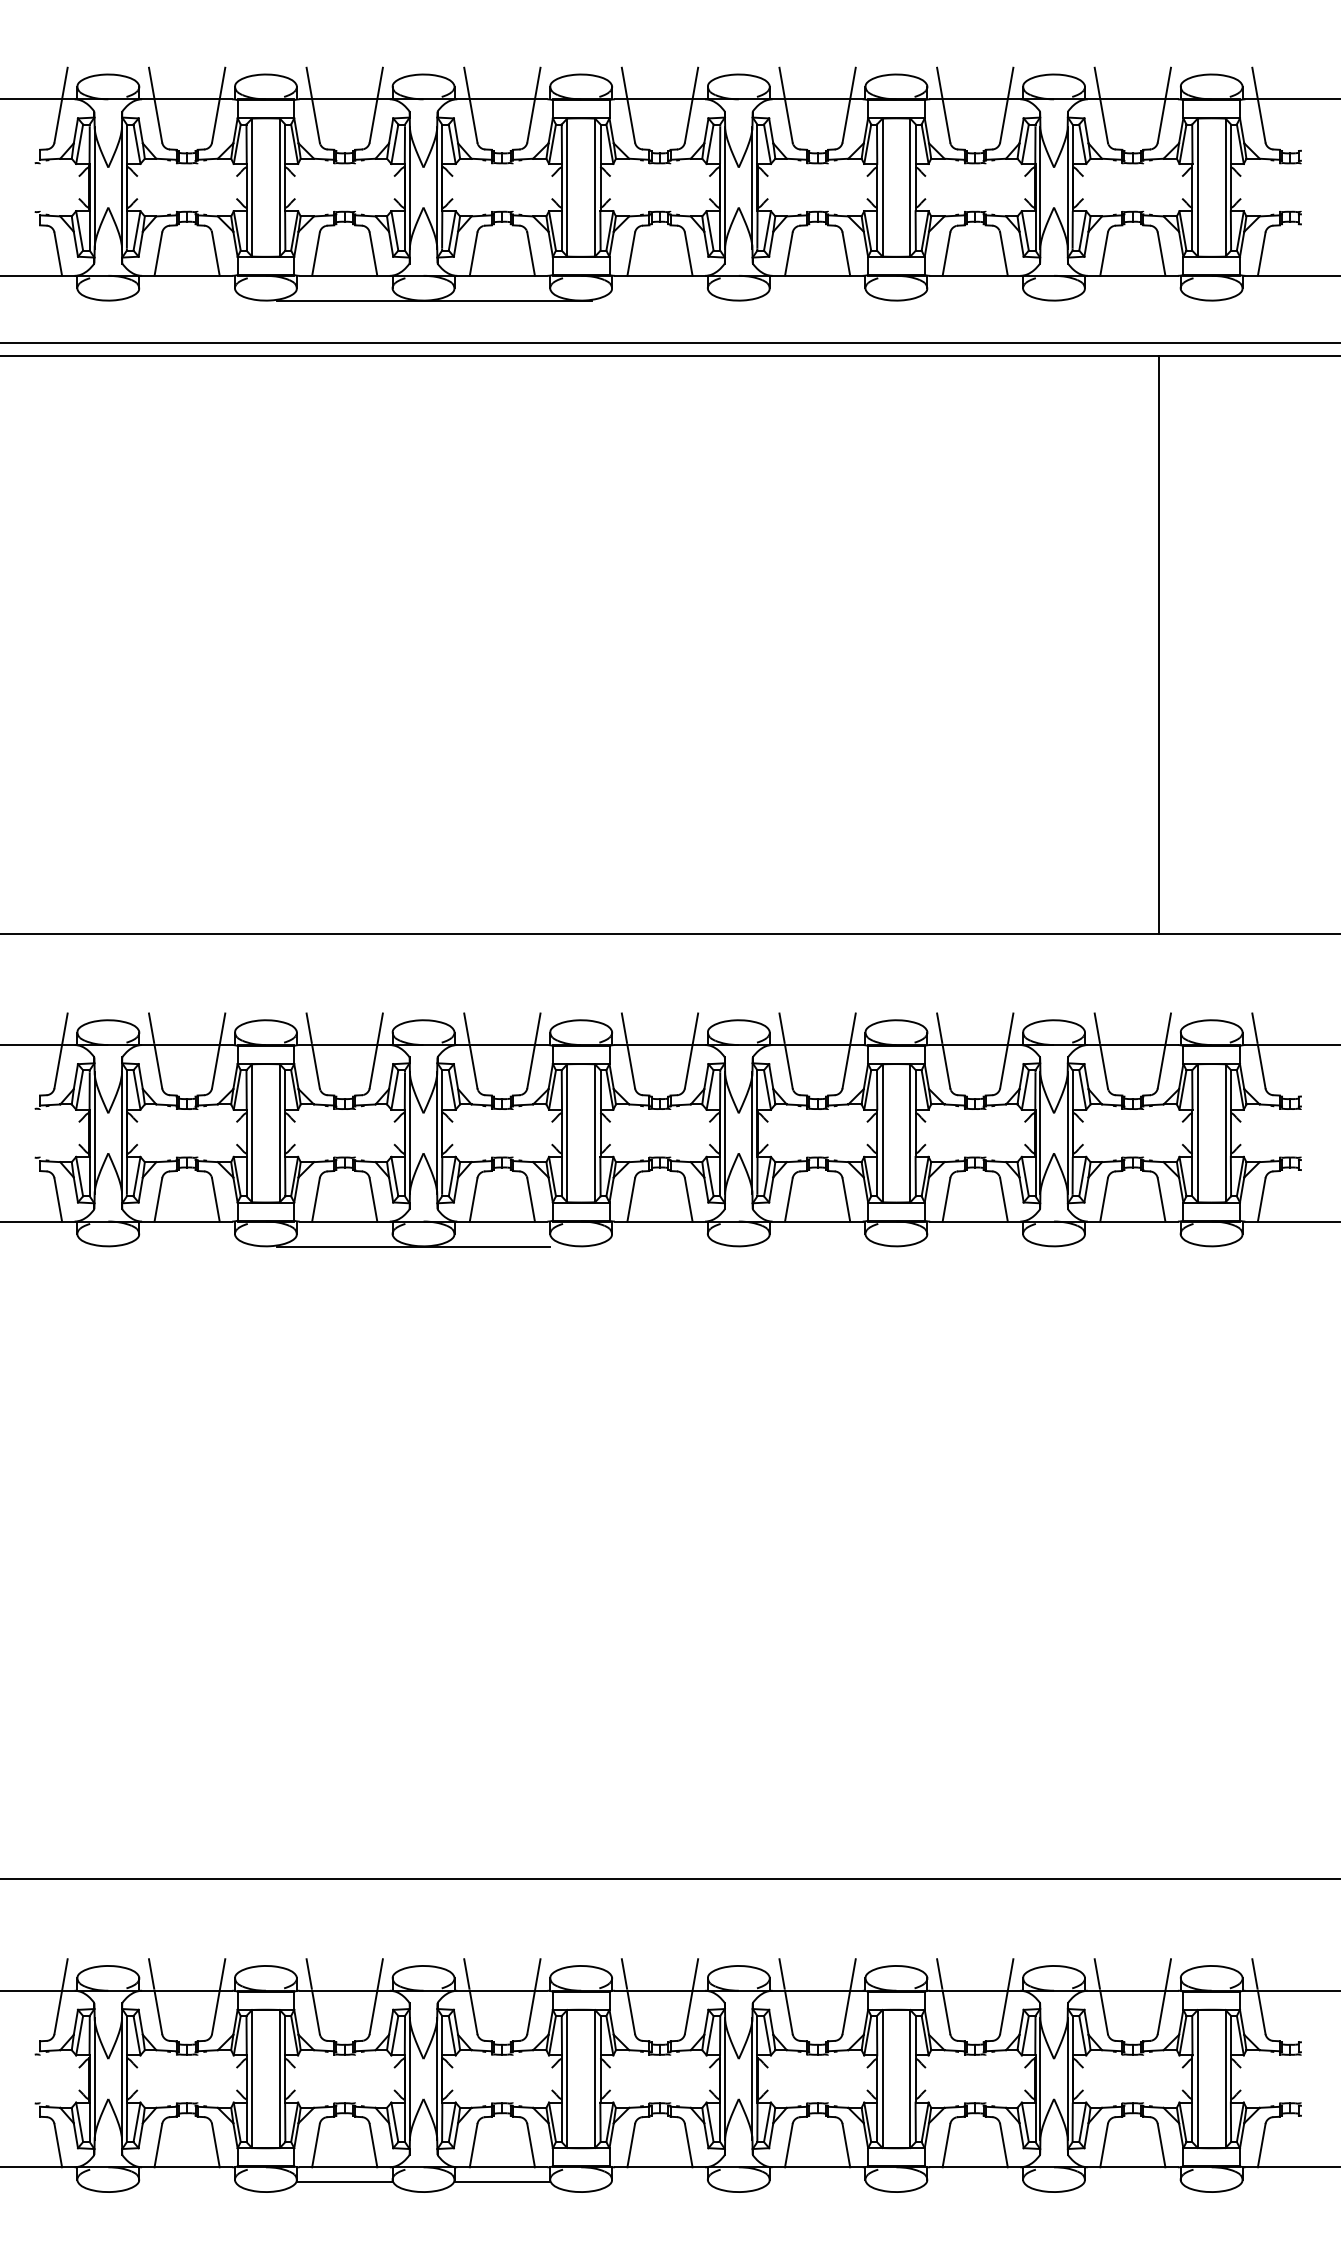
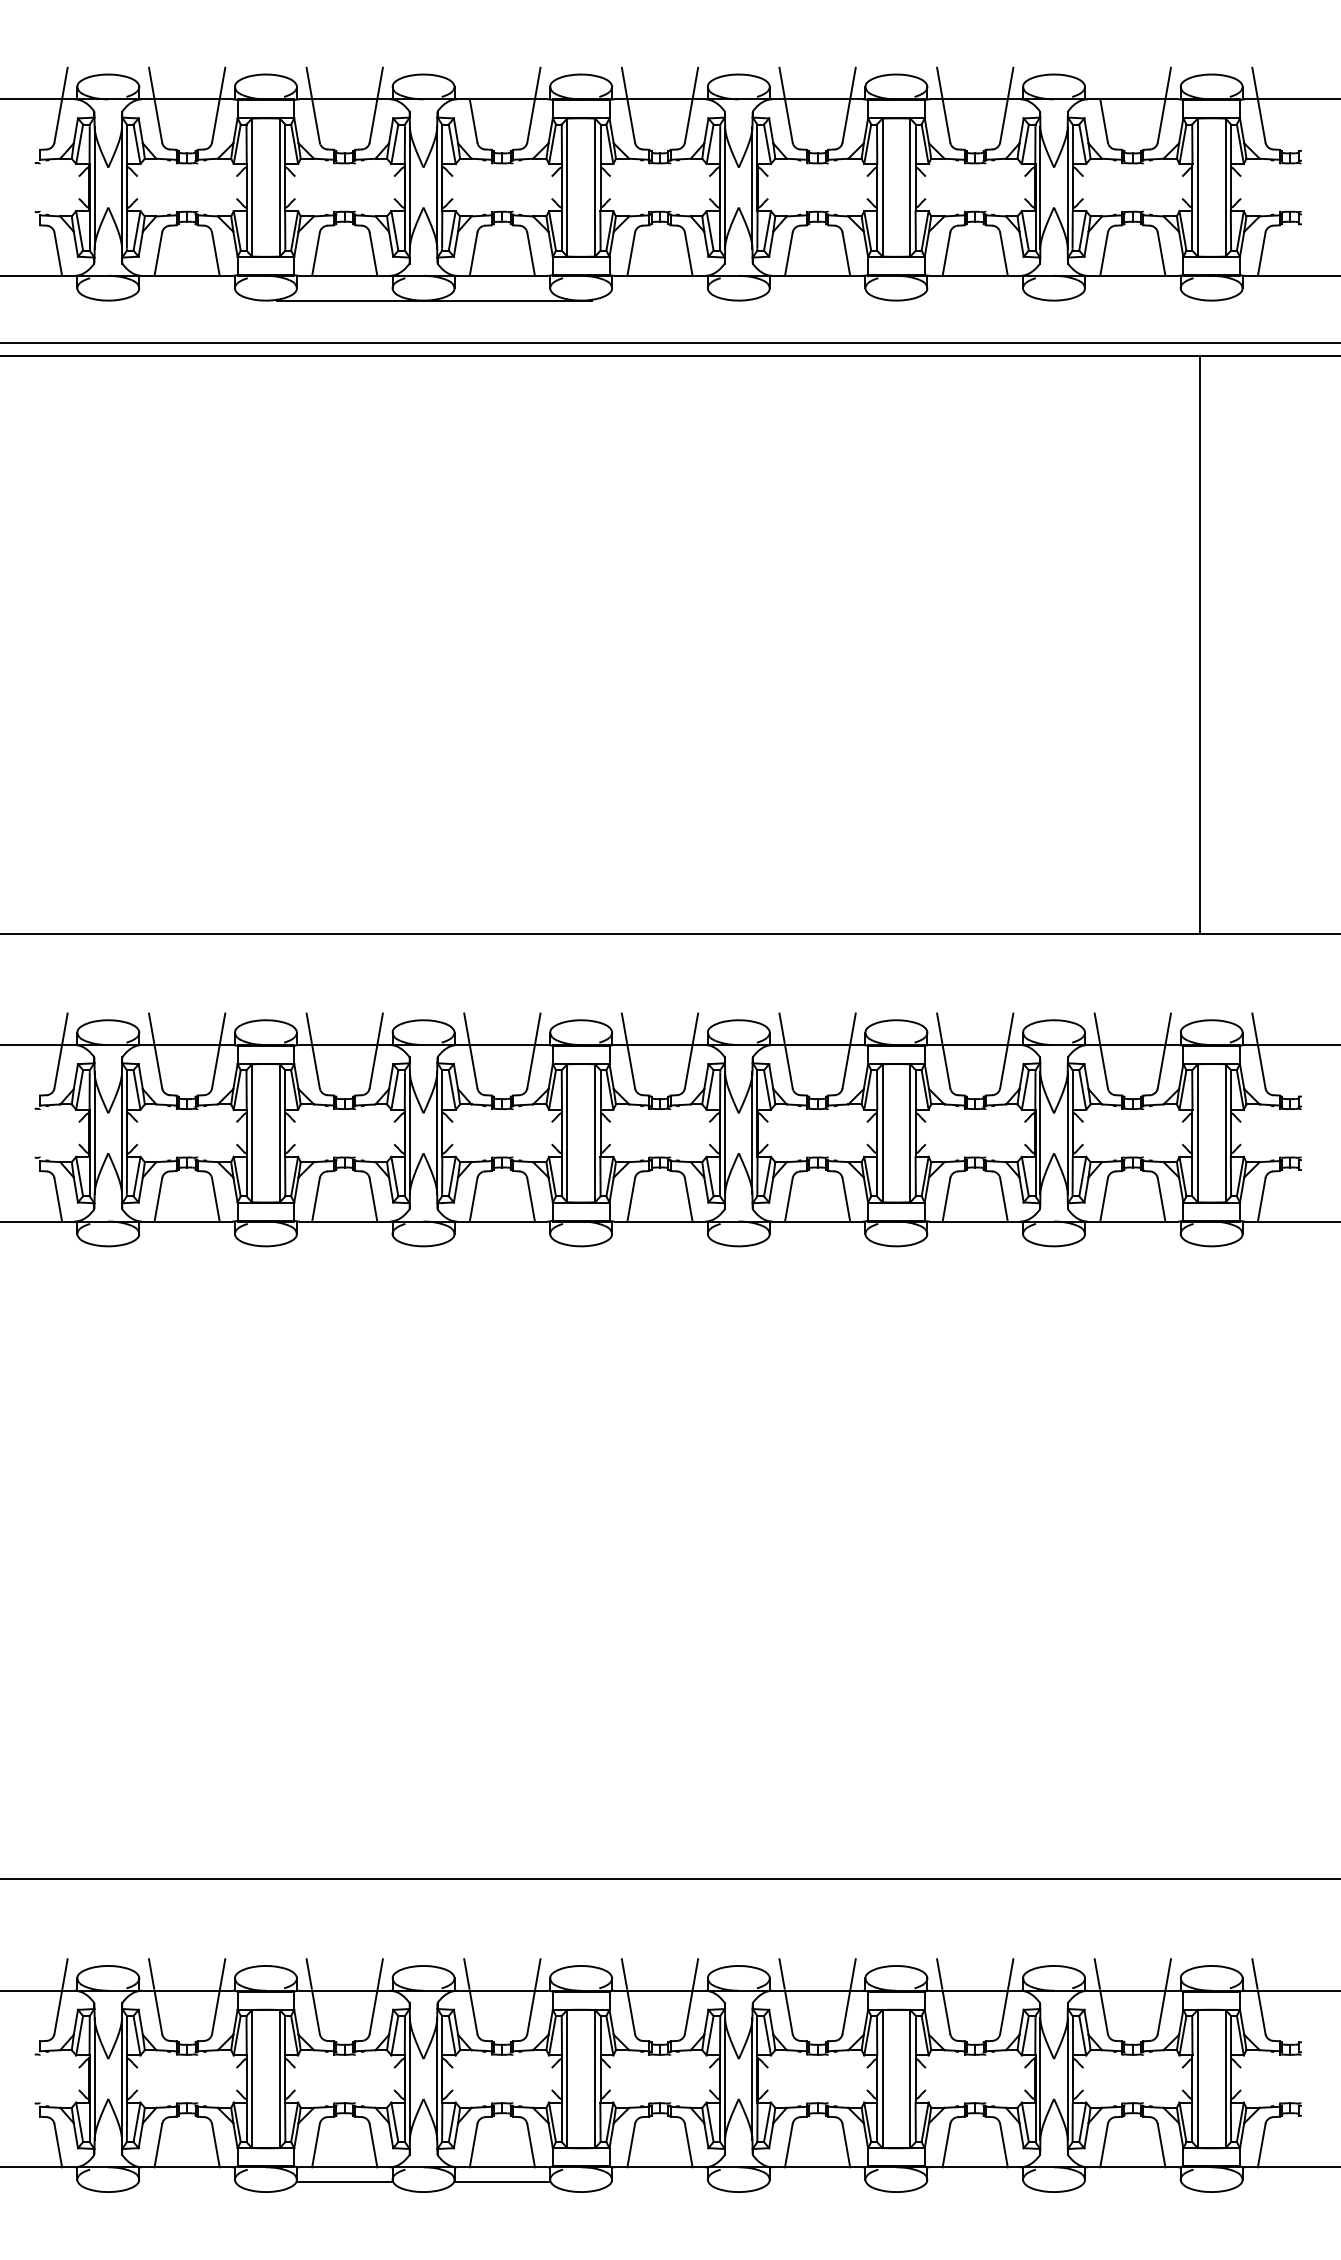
line at (466, 82): present -> none
line at (1096, 82): present -> none
line at (1159, 644) position: (1159, 644) -> (1200, 644)
line at (413, 1246): present -> none
